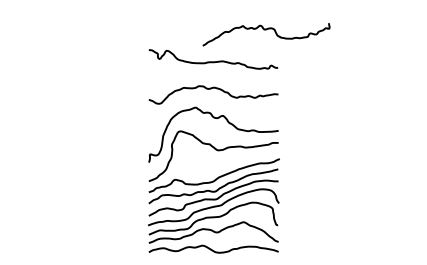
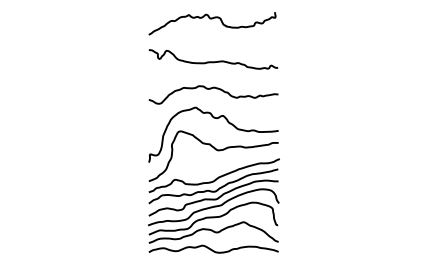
curve at (266, 30) position: (266, 30) -> (212, 19)
